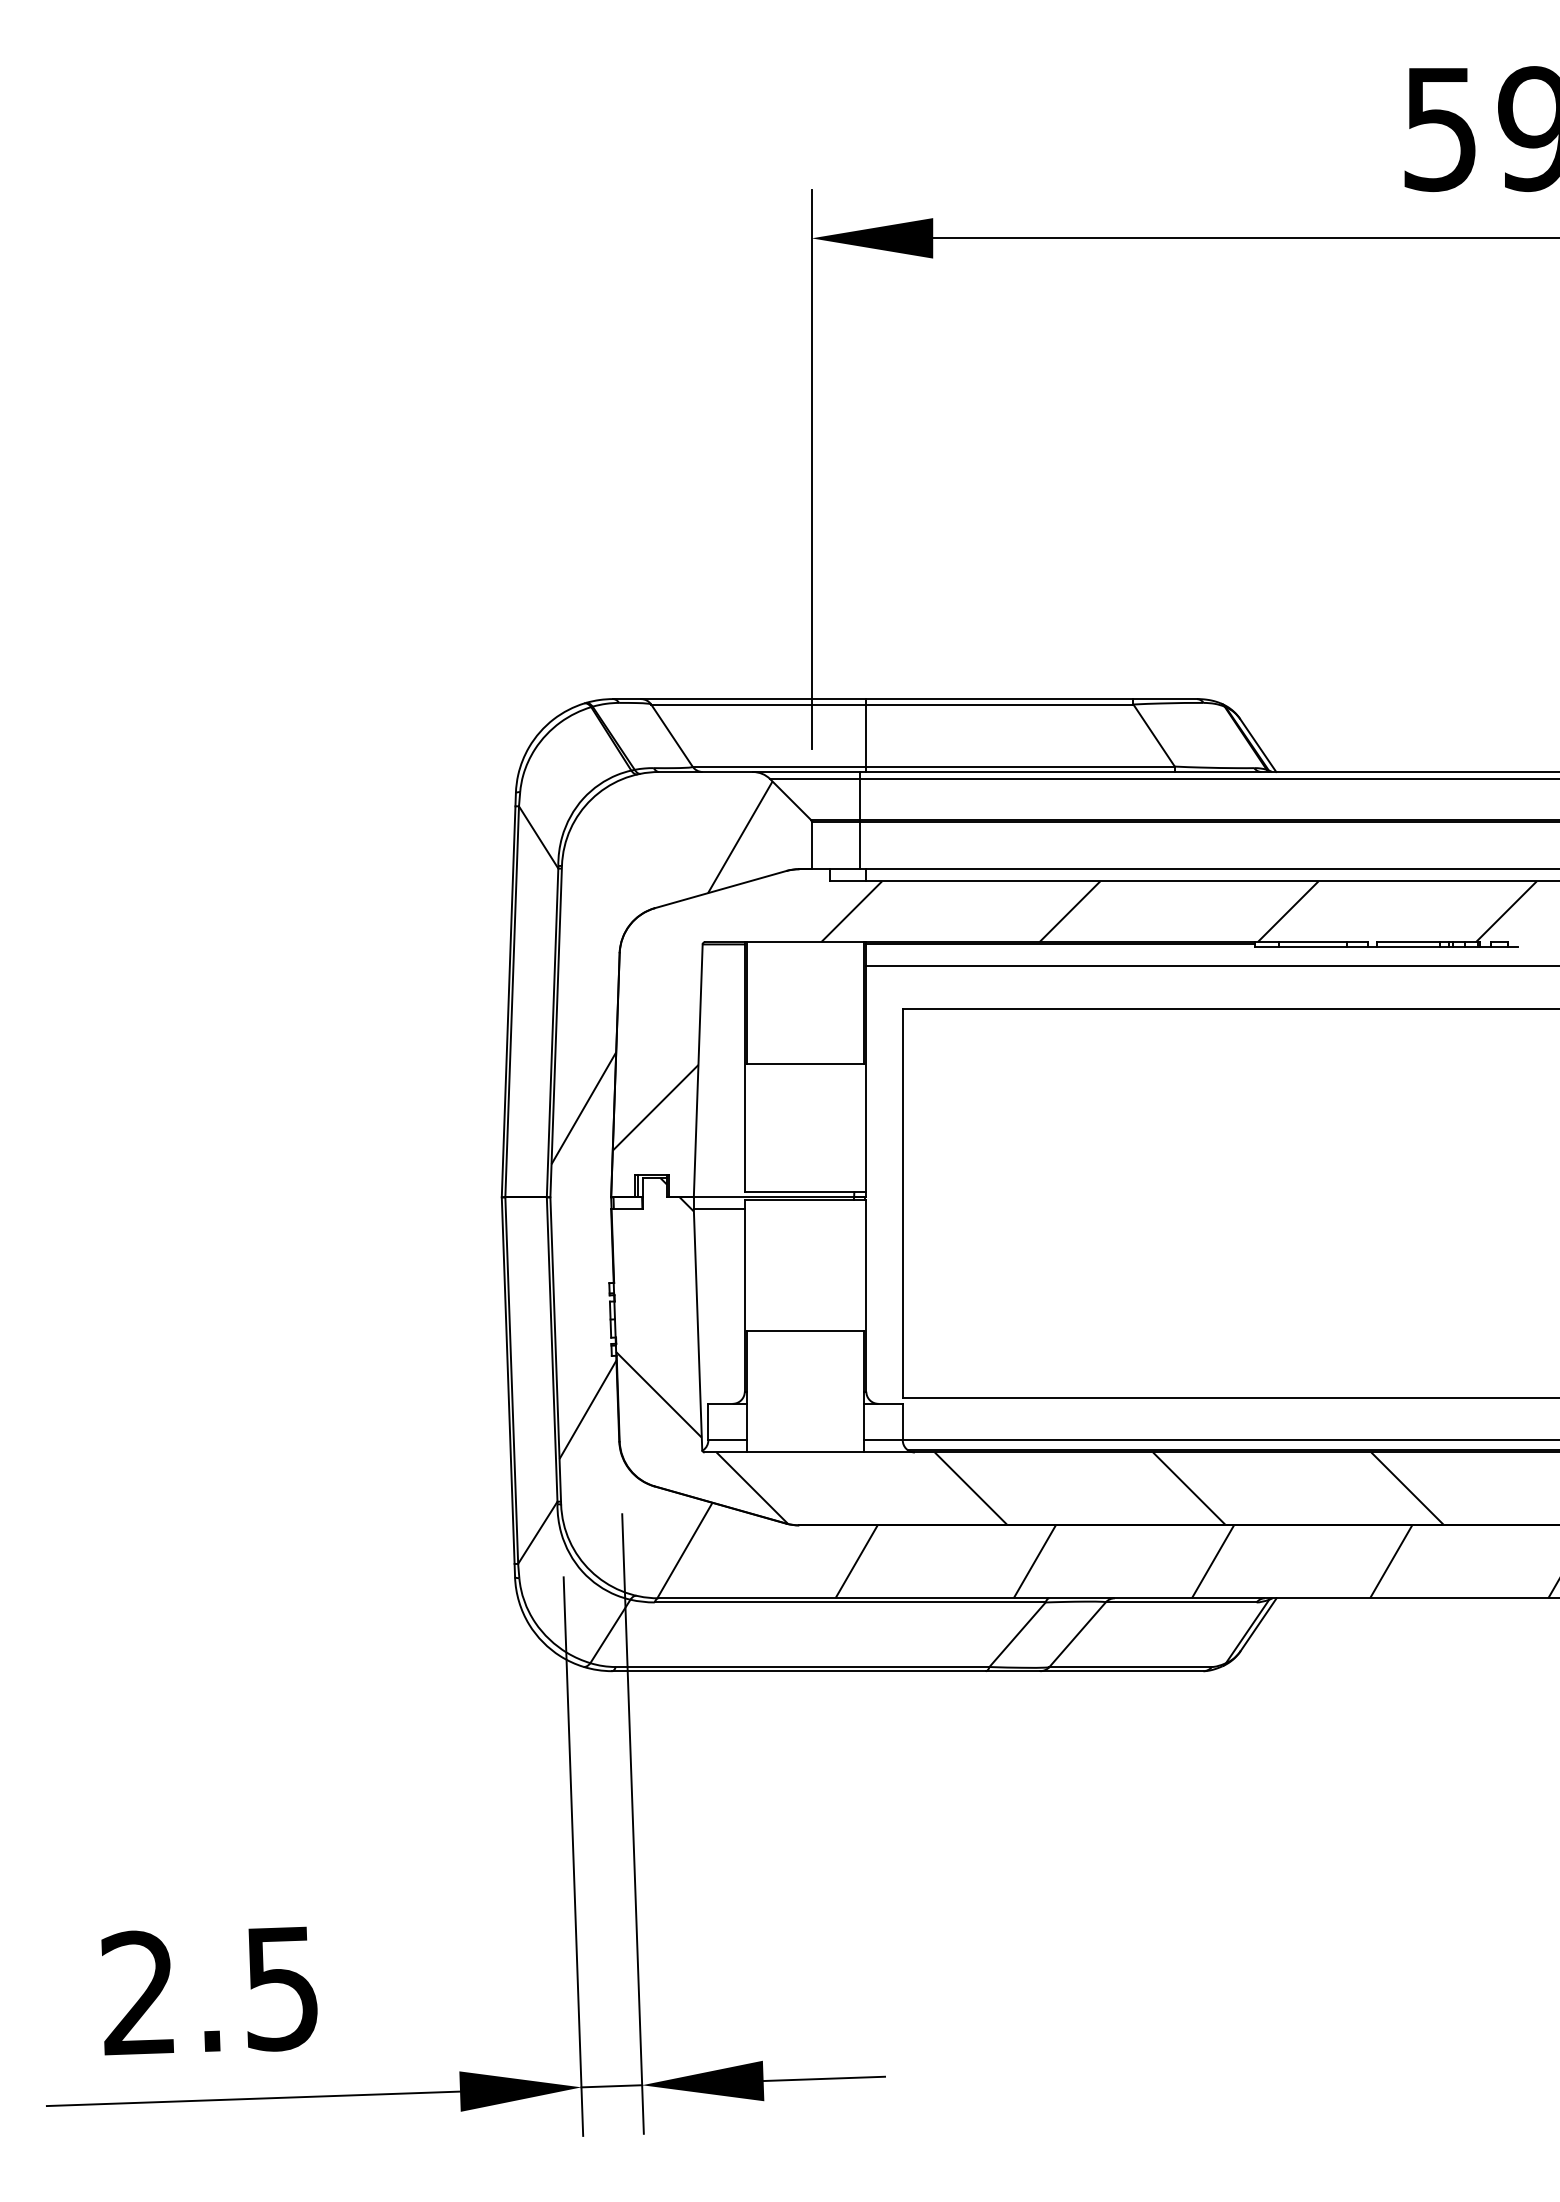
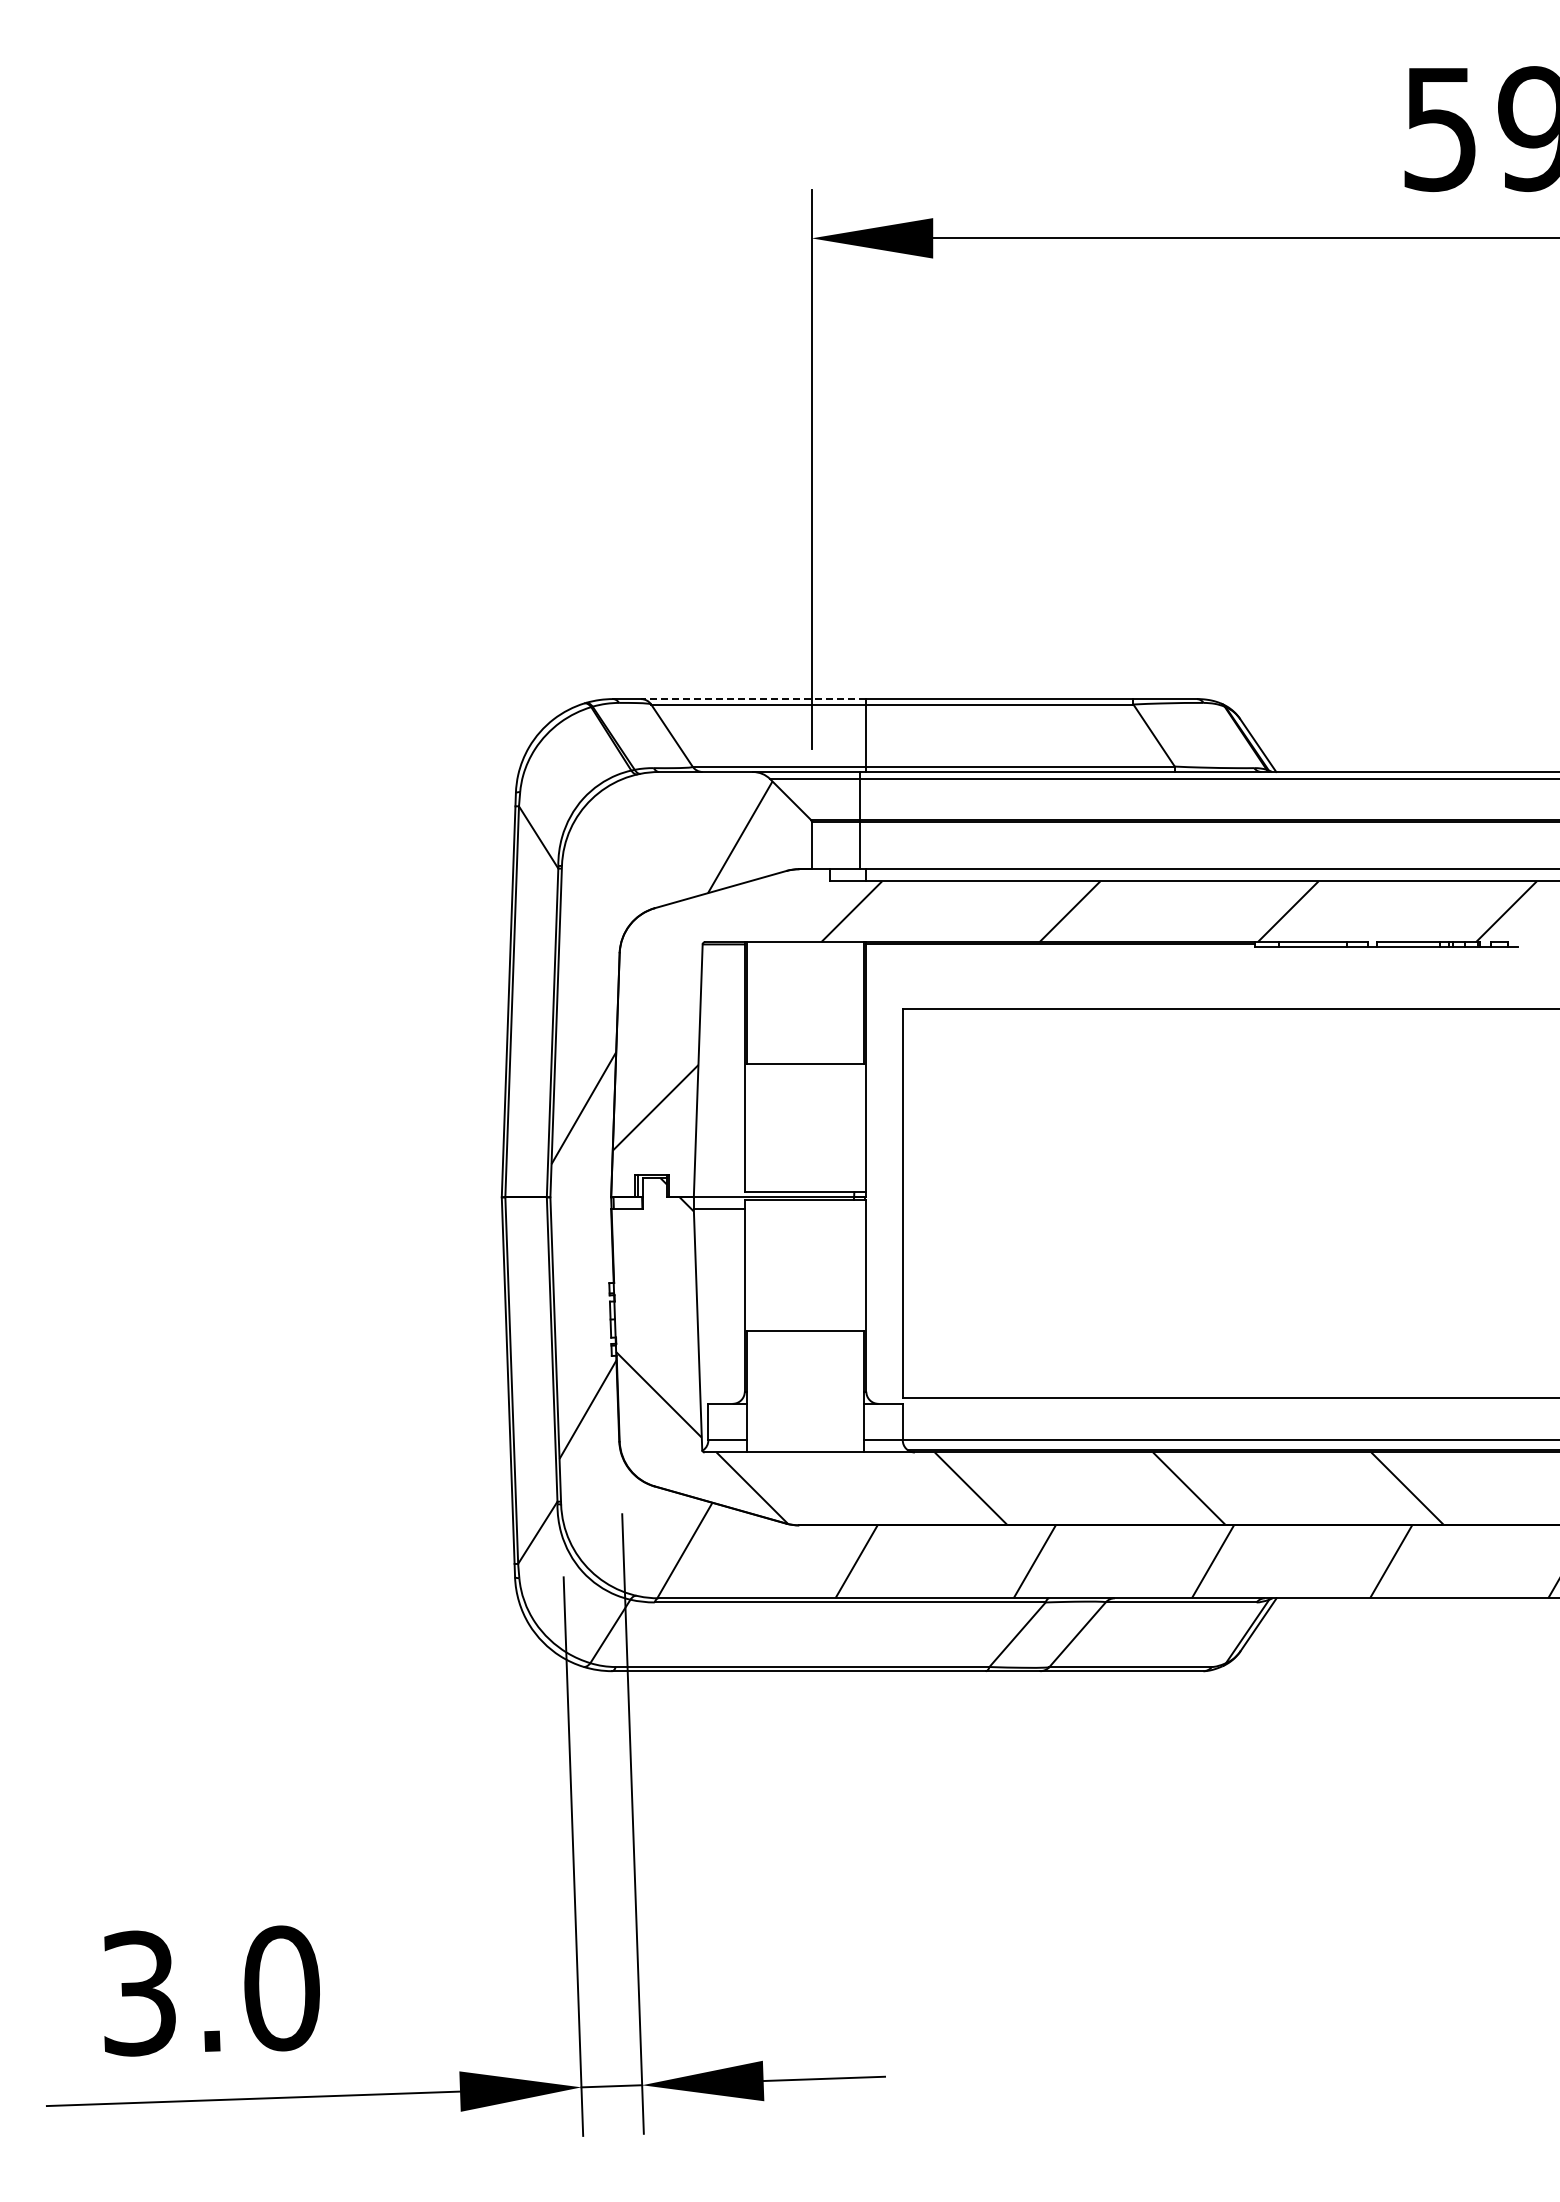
line at (753, 699): solid -> dashed
line at (1211, 966): present -> none
text at (210, 1990): 2.5 -> 3.0
